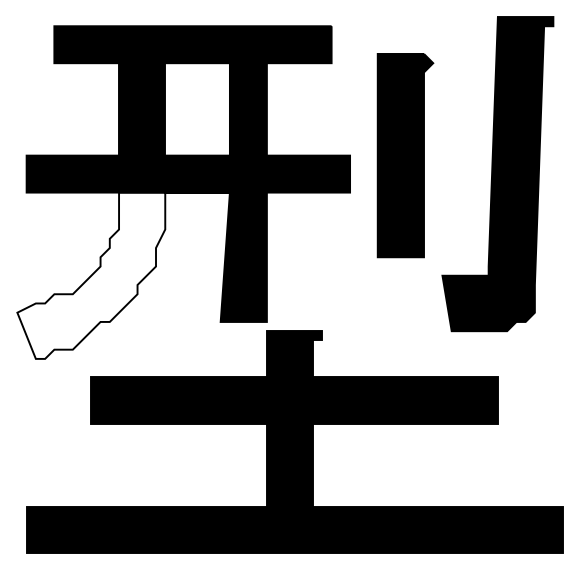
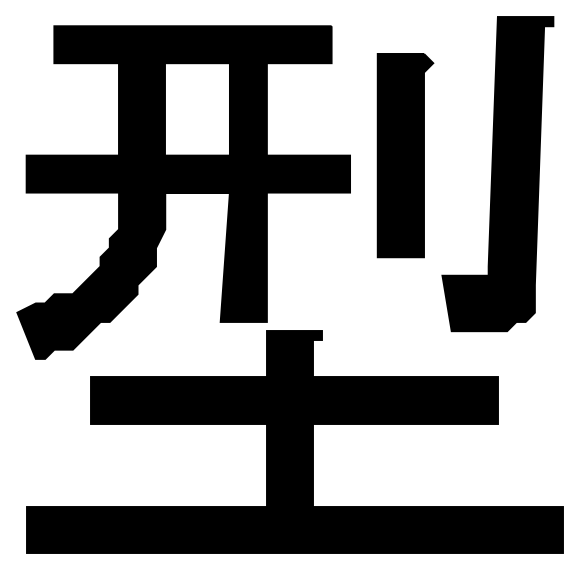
fill at (123, 275): none -> present
